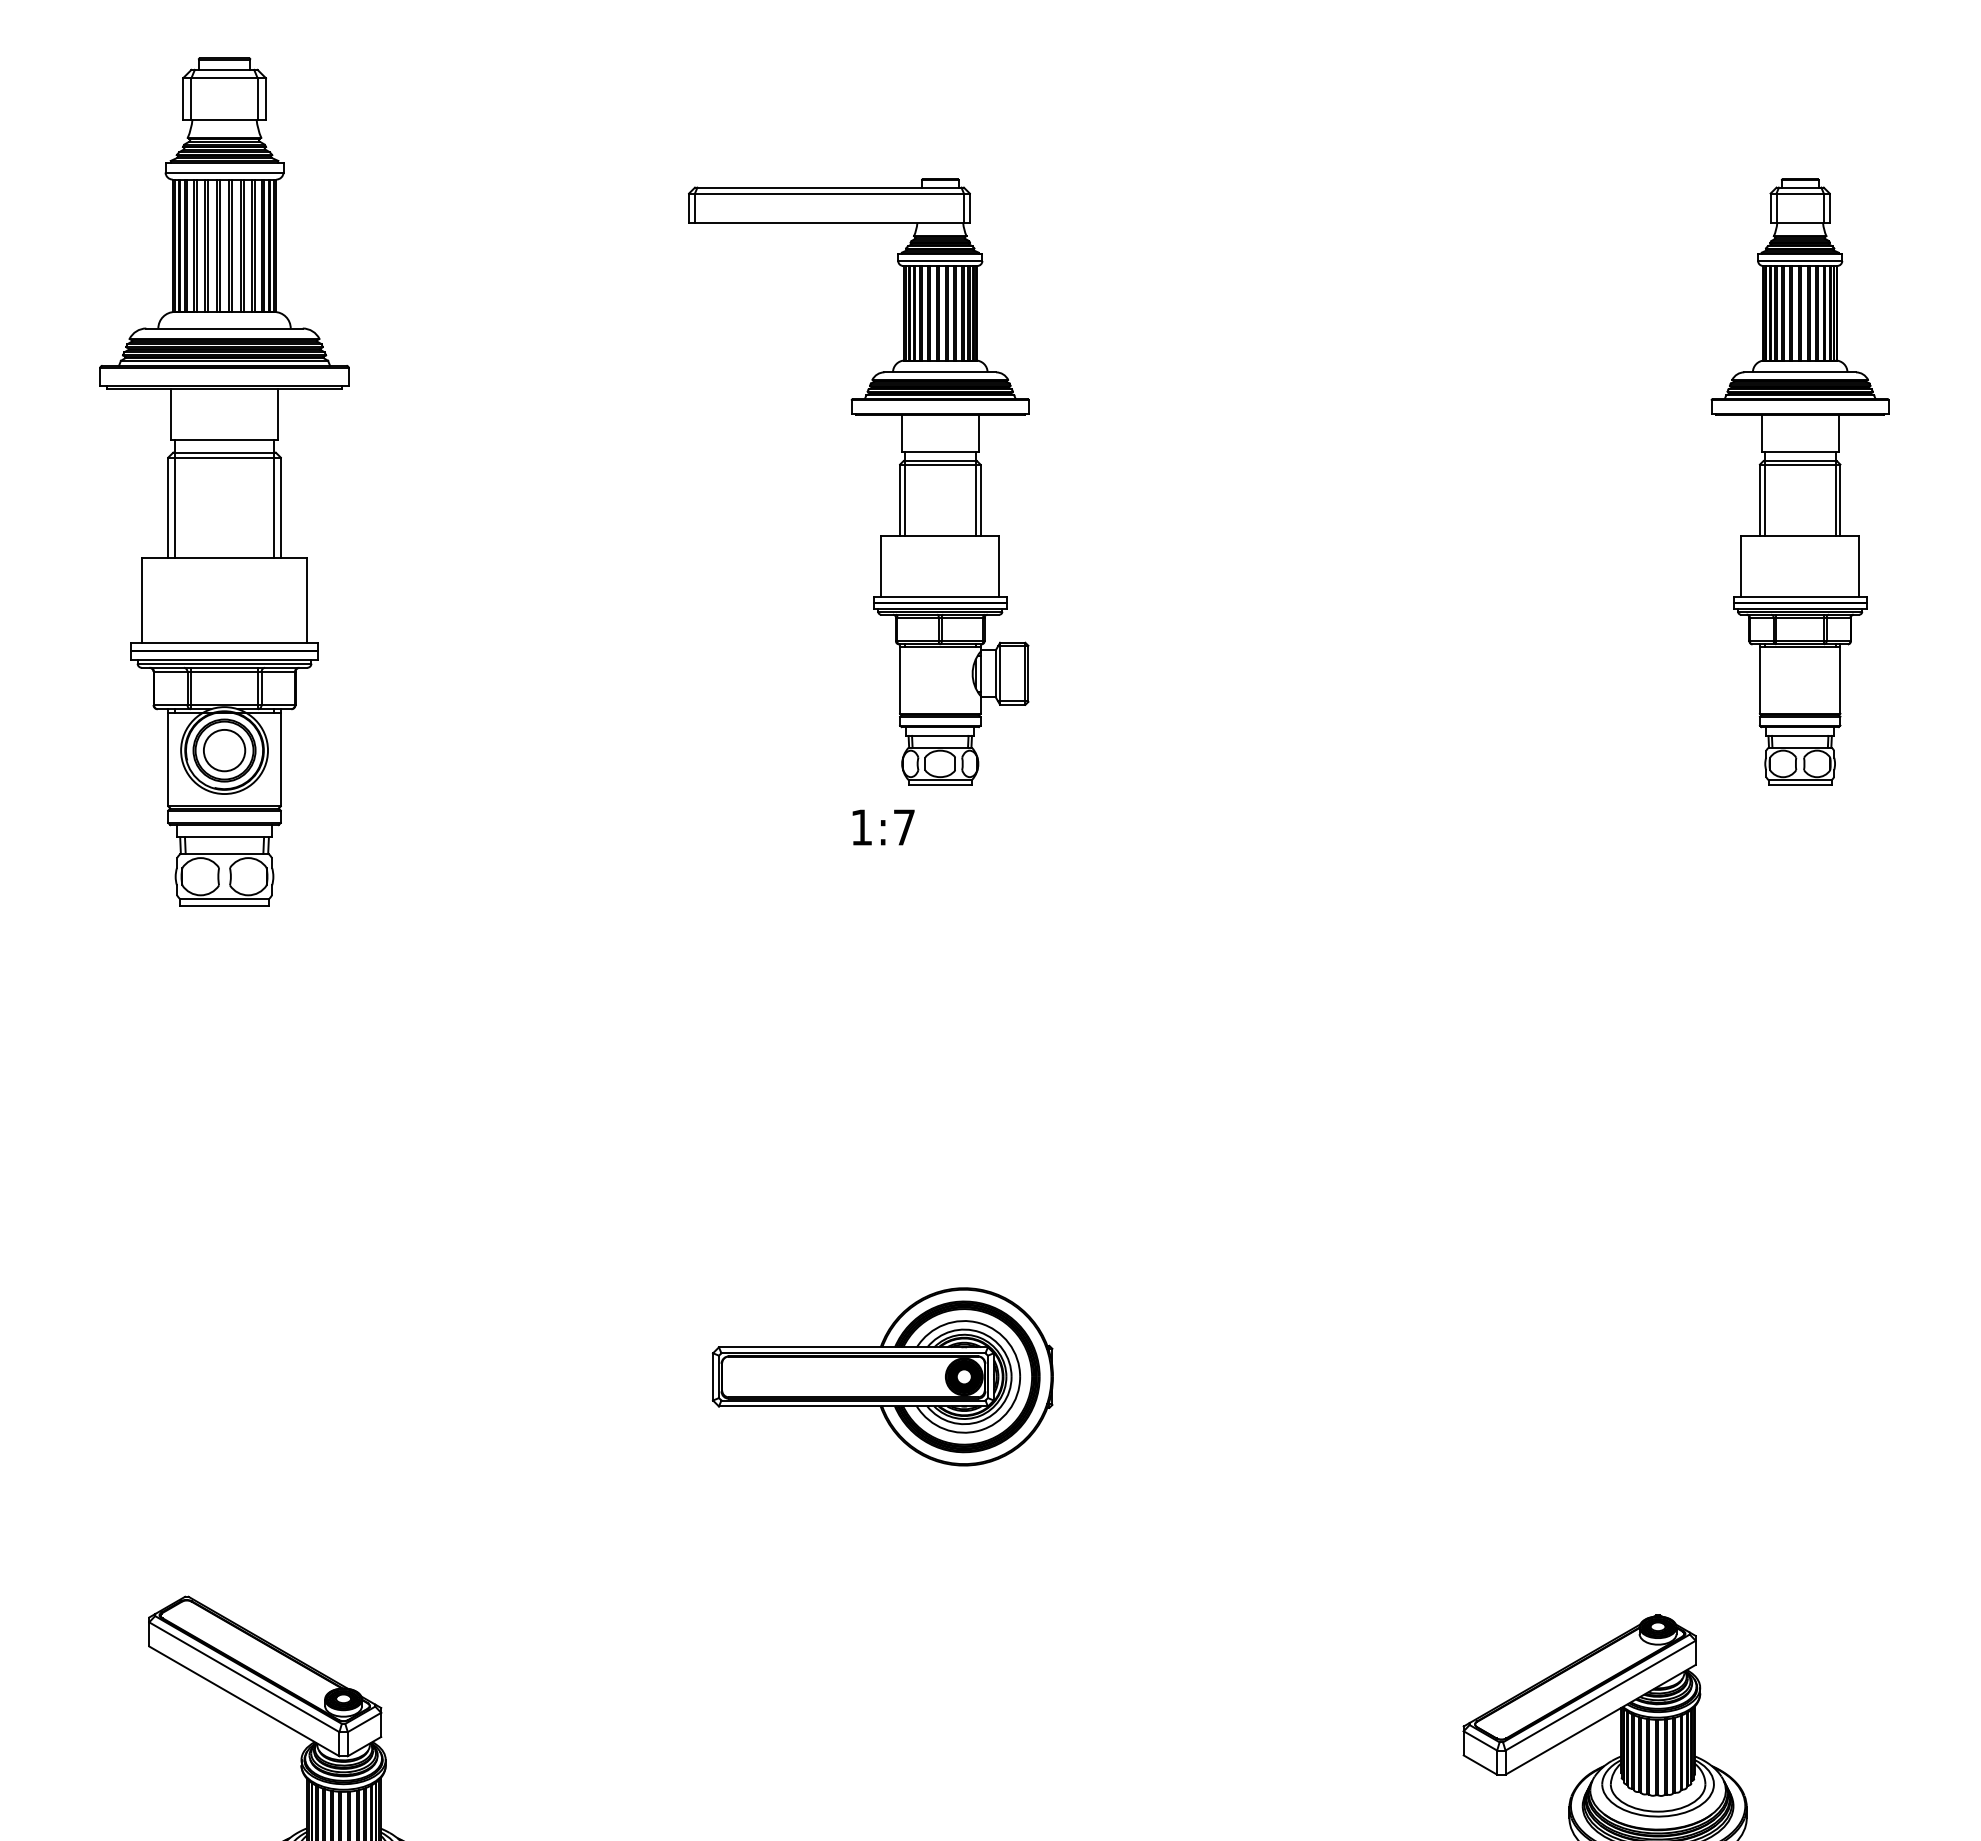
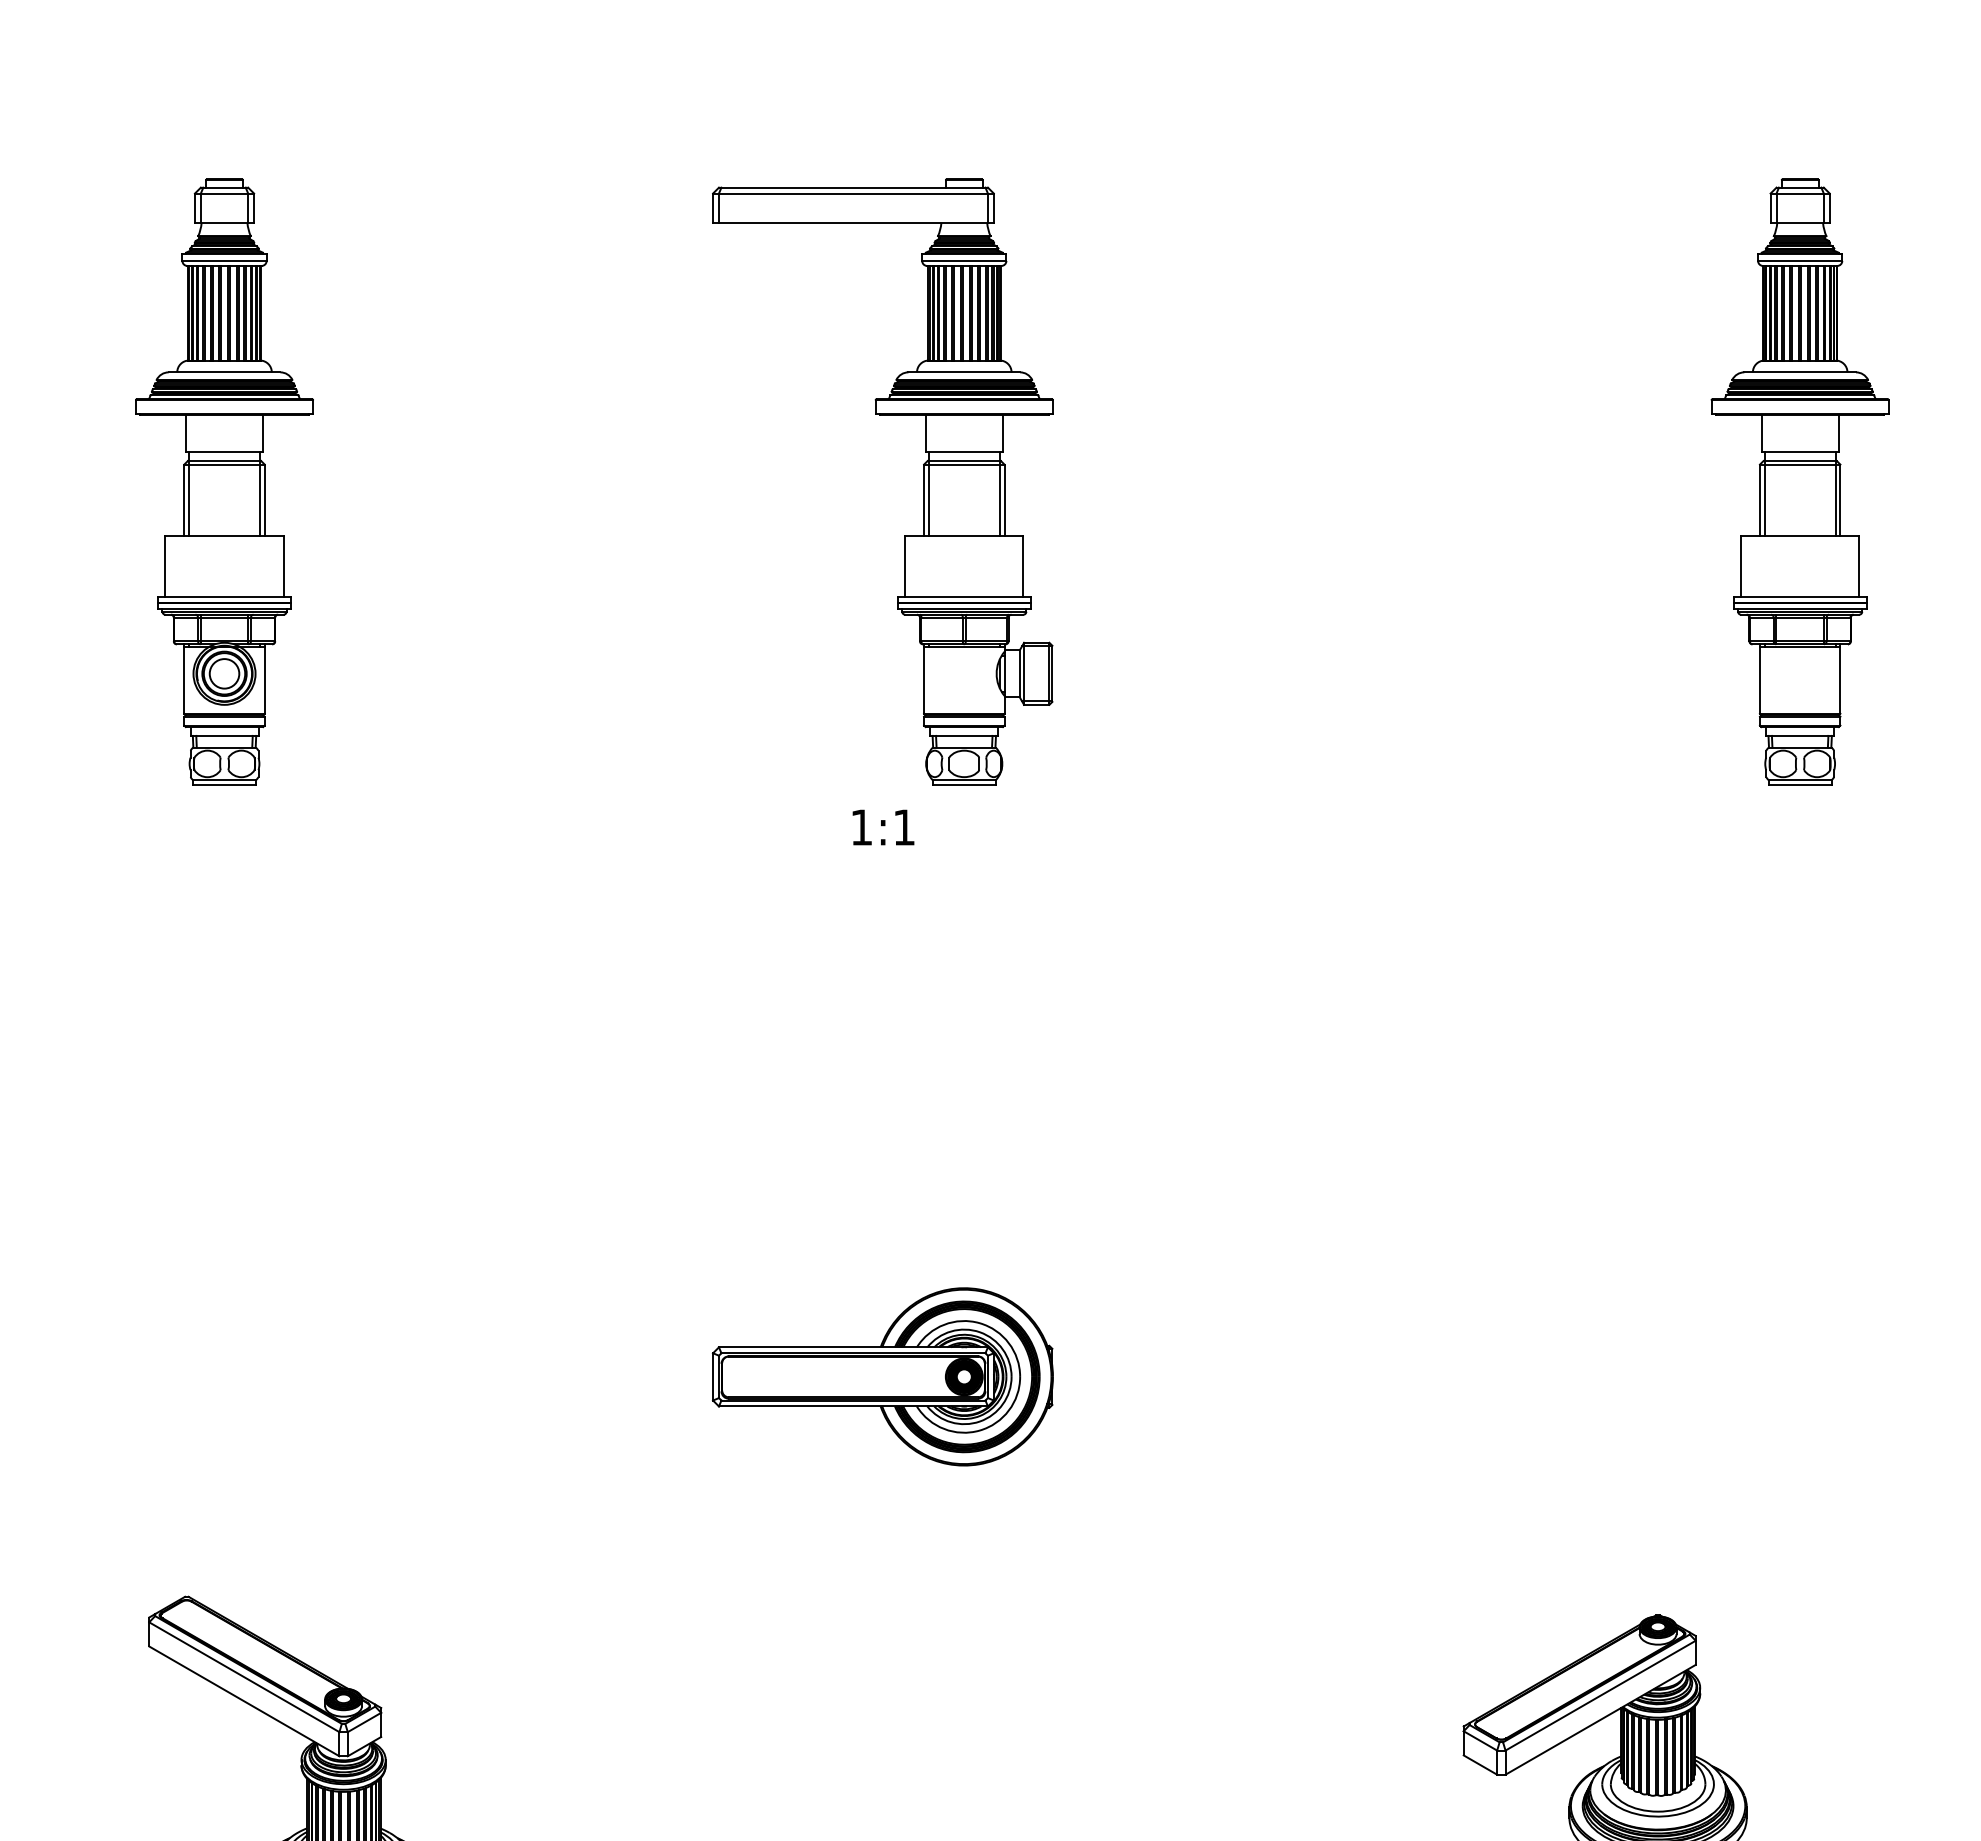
part at (224, 481) size: 251x850 px -> 179x608 px
part at (899, 481) position: (899, 481) -> (923, 481)
text at (904, 827): 1:7 -> 1:1
